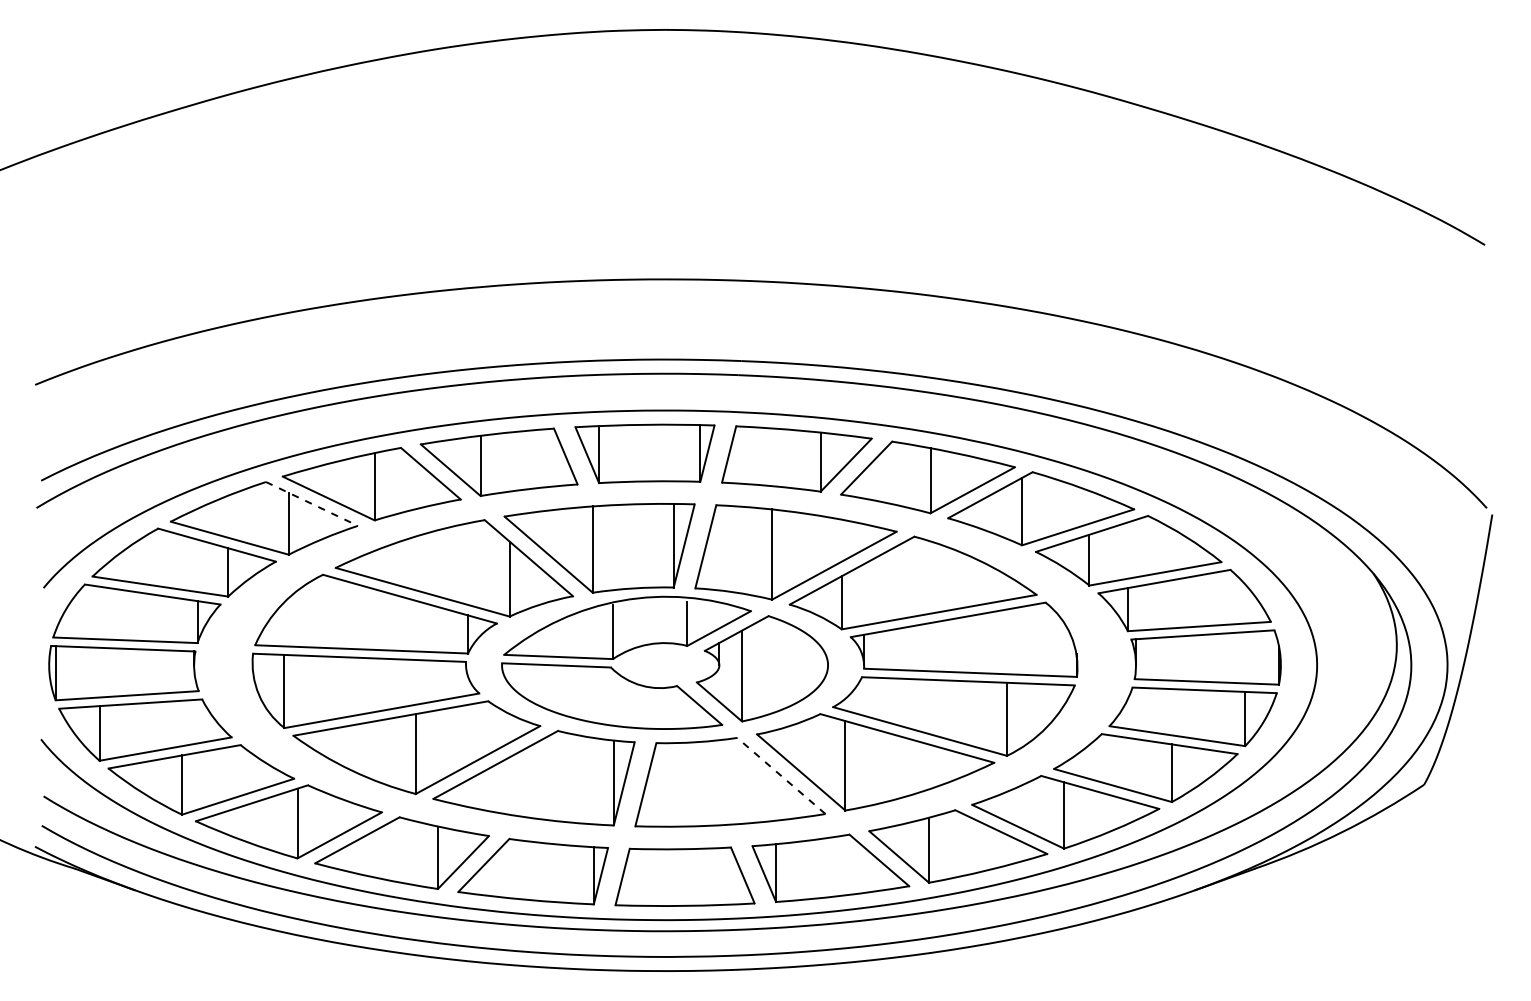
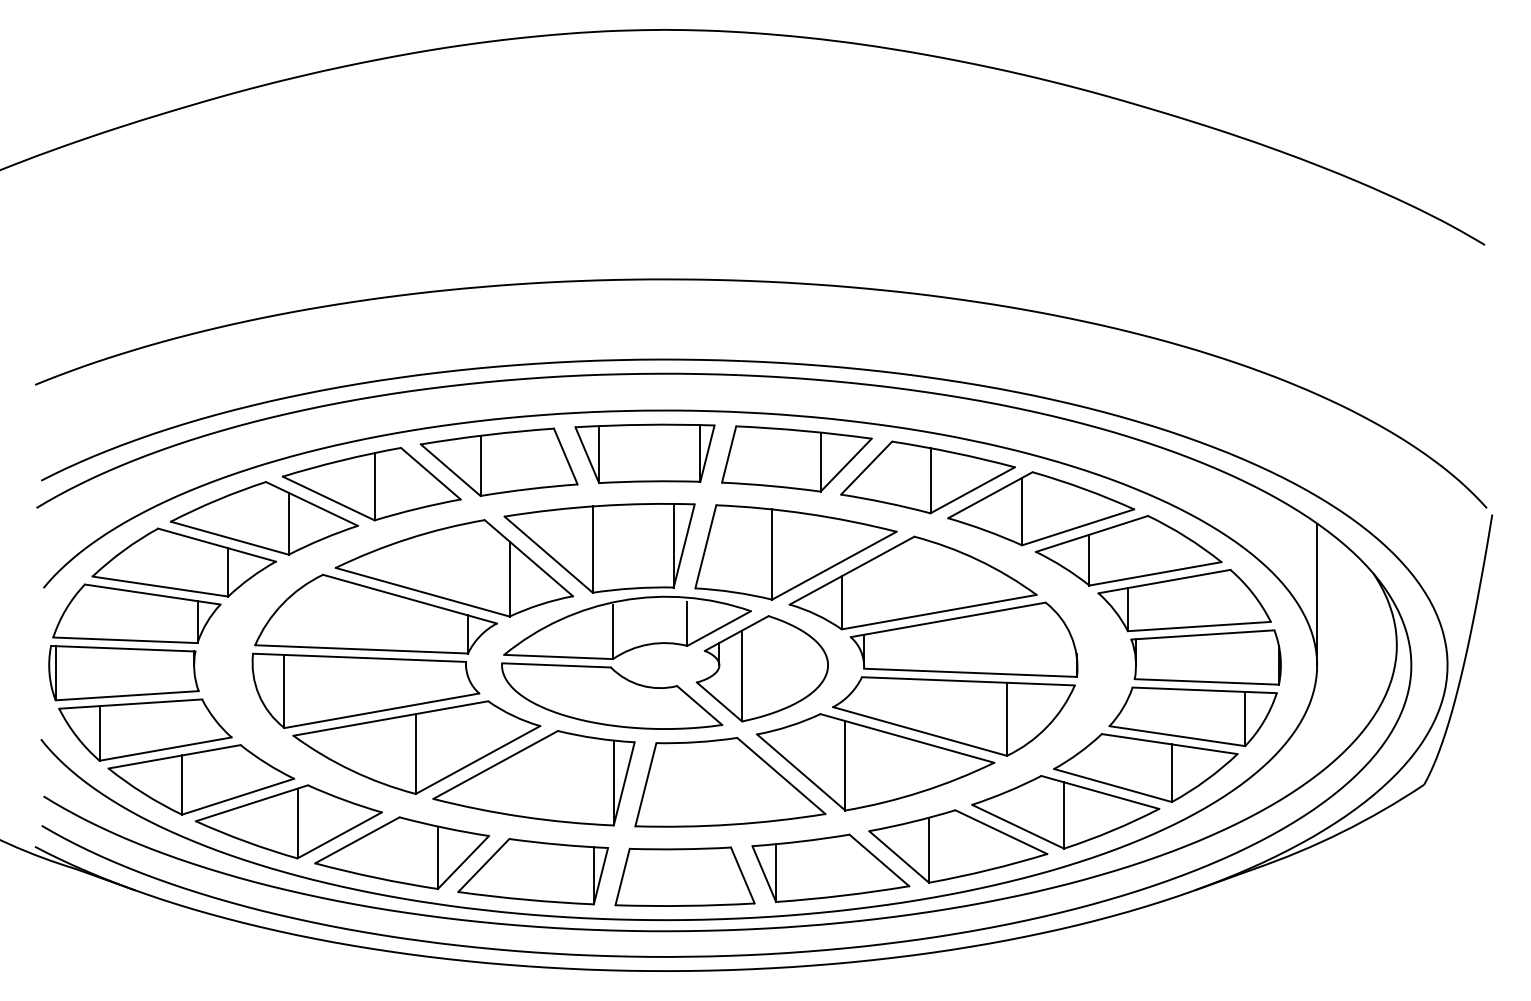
line at (311, 503): dashed -> solid
line at (1317, 594): none -> present
line at (781, 775): dashed -> solid
